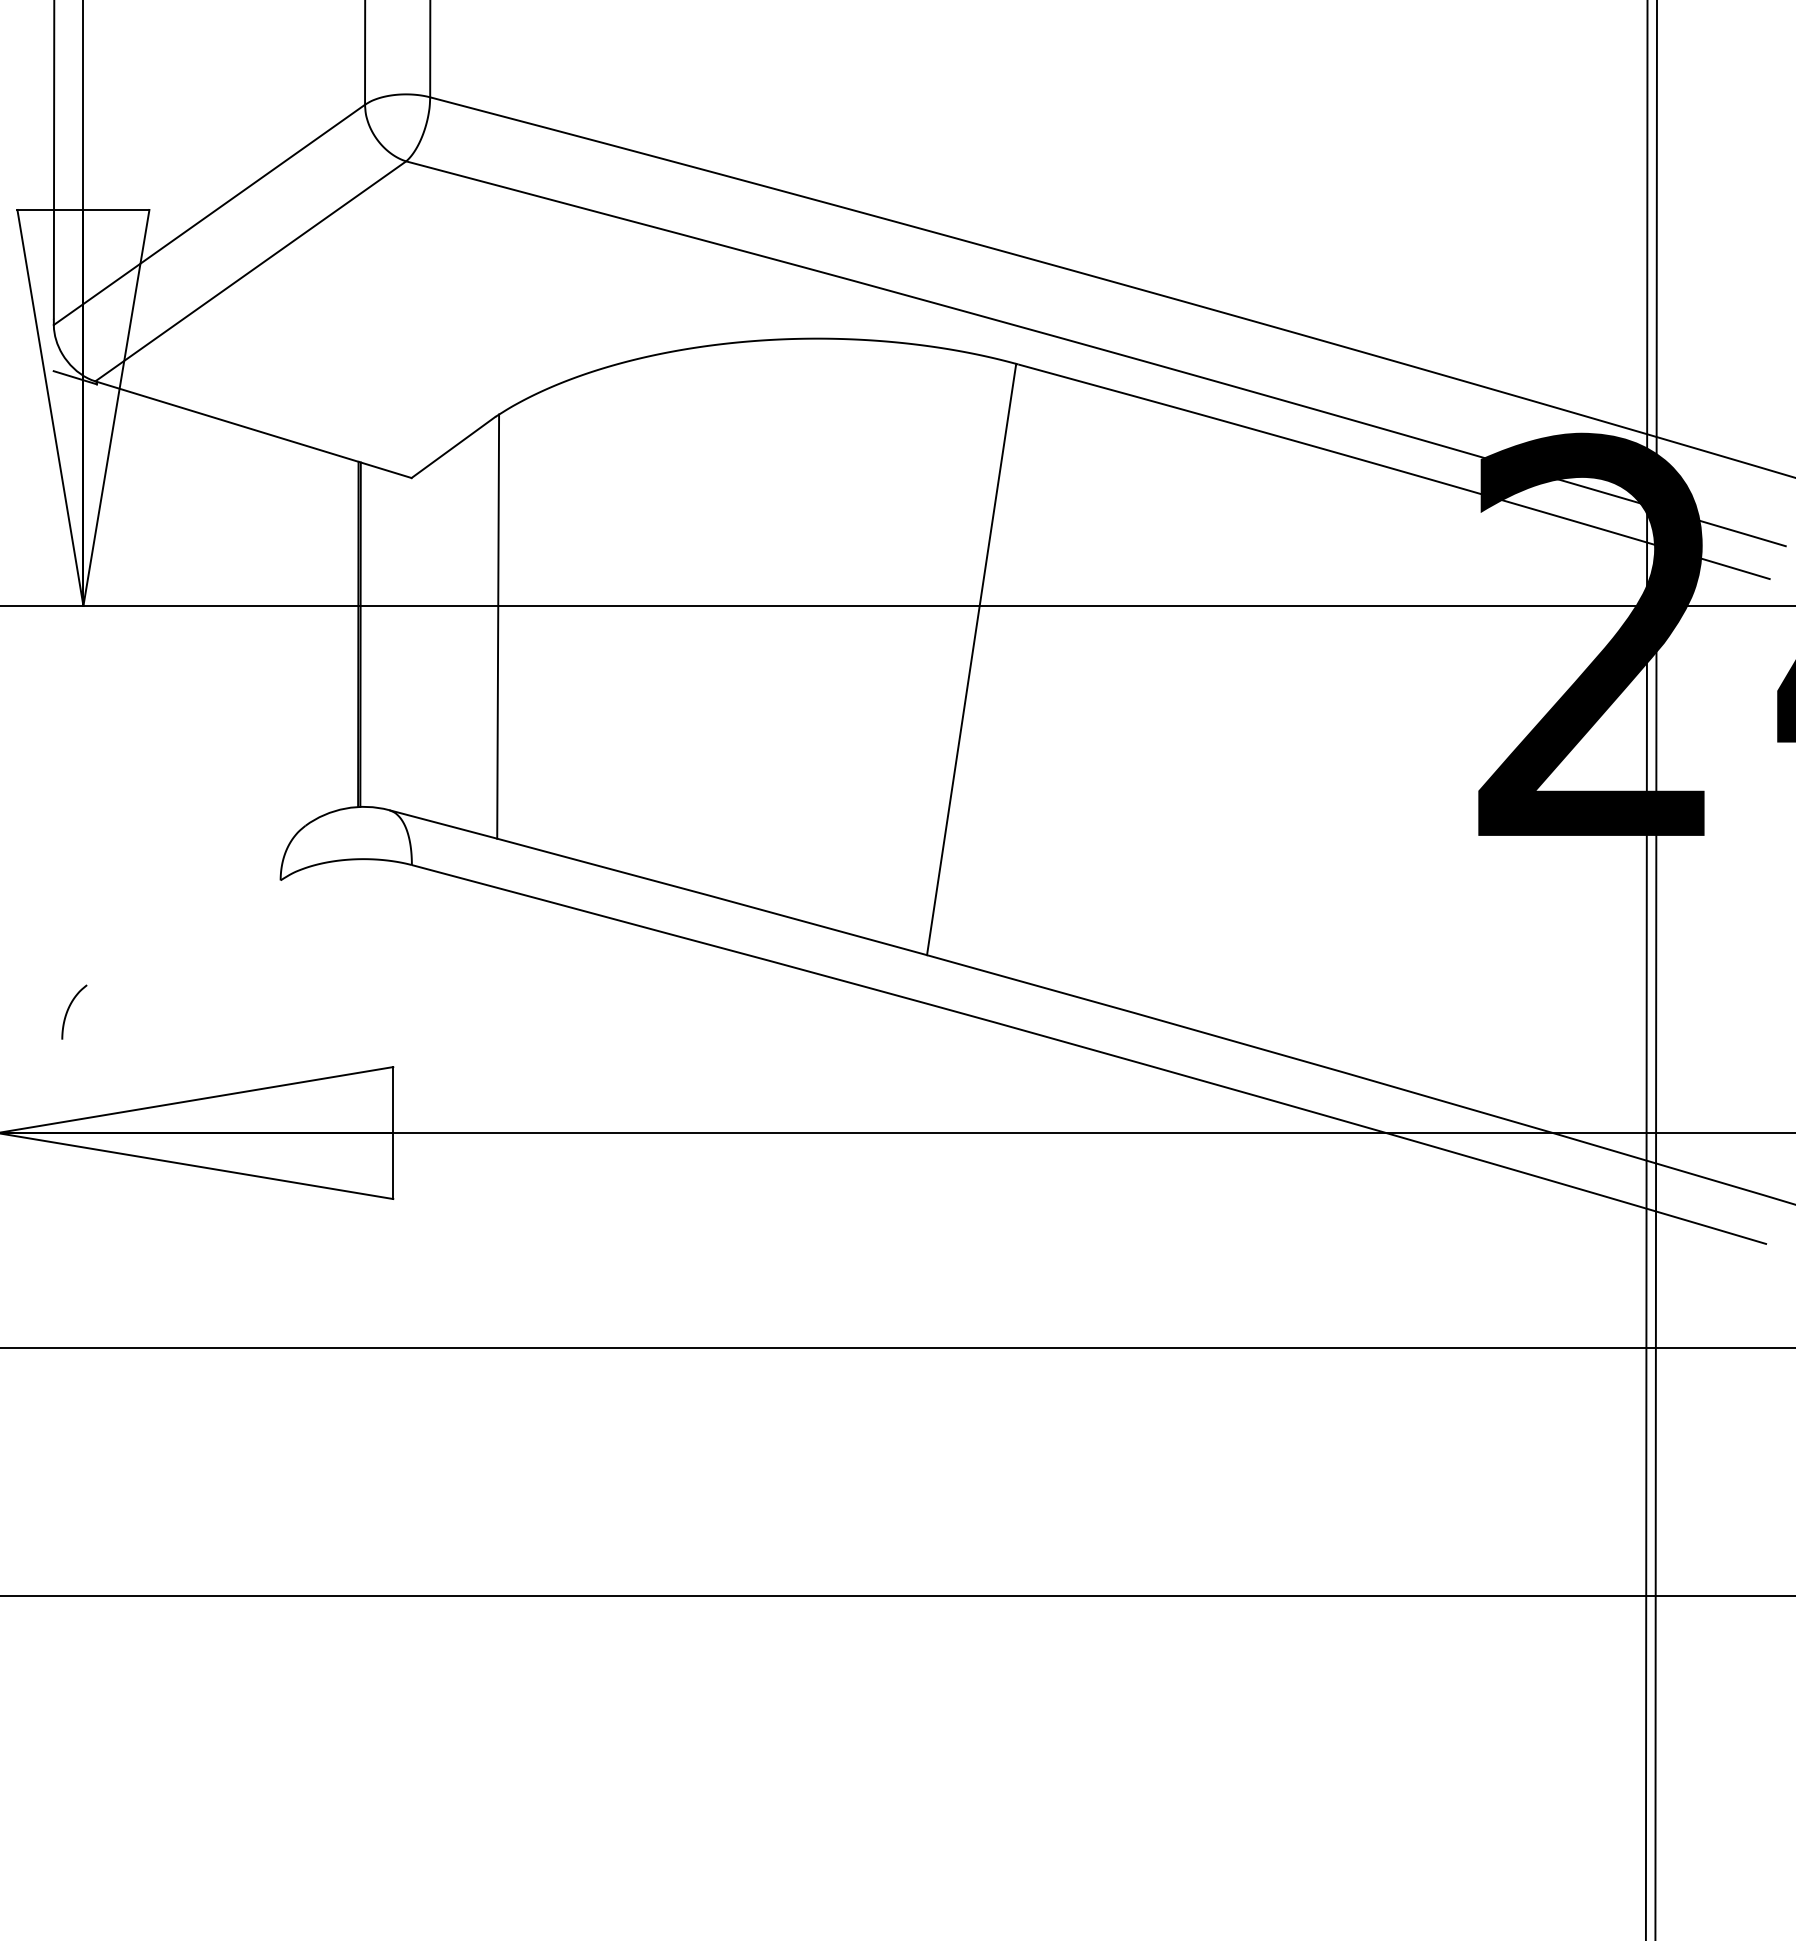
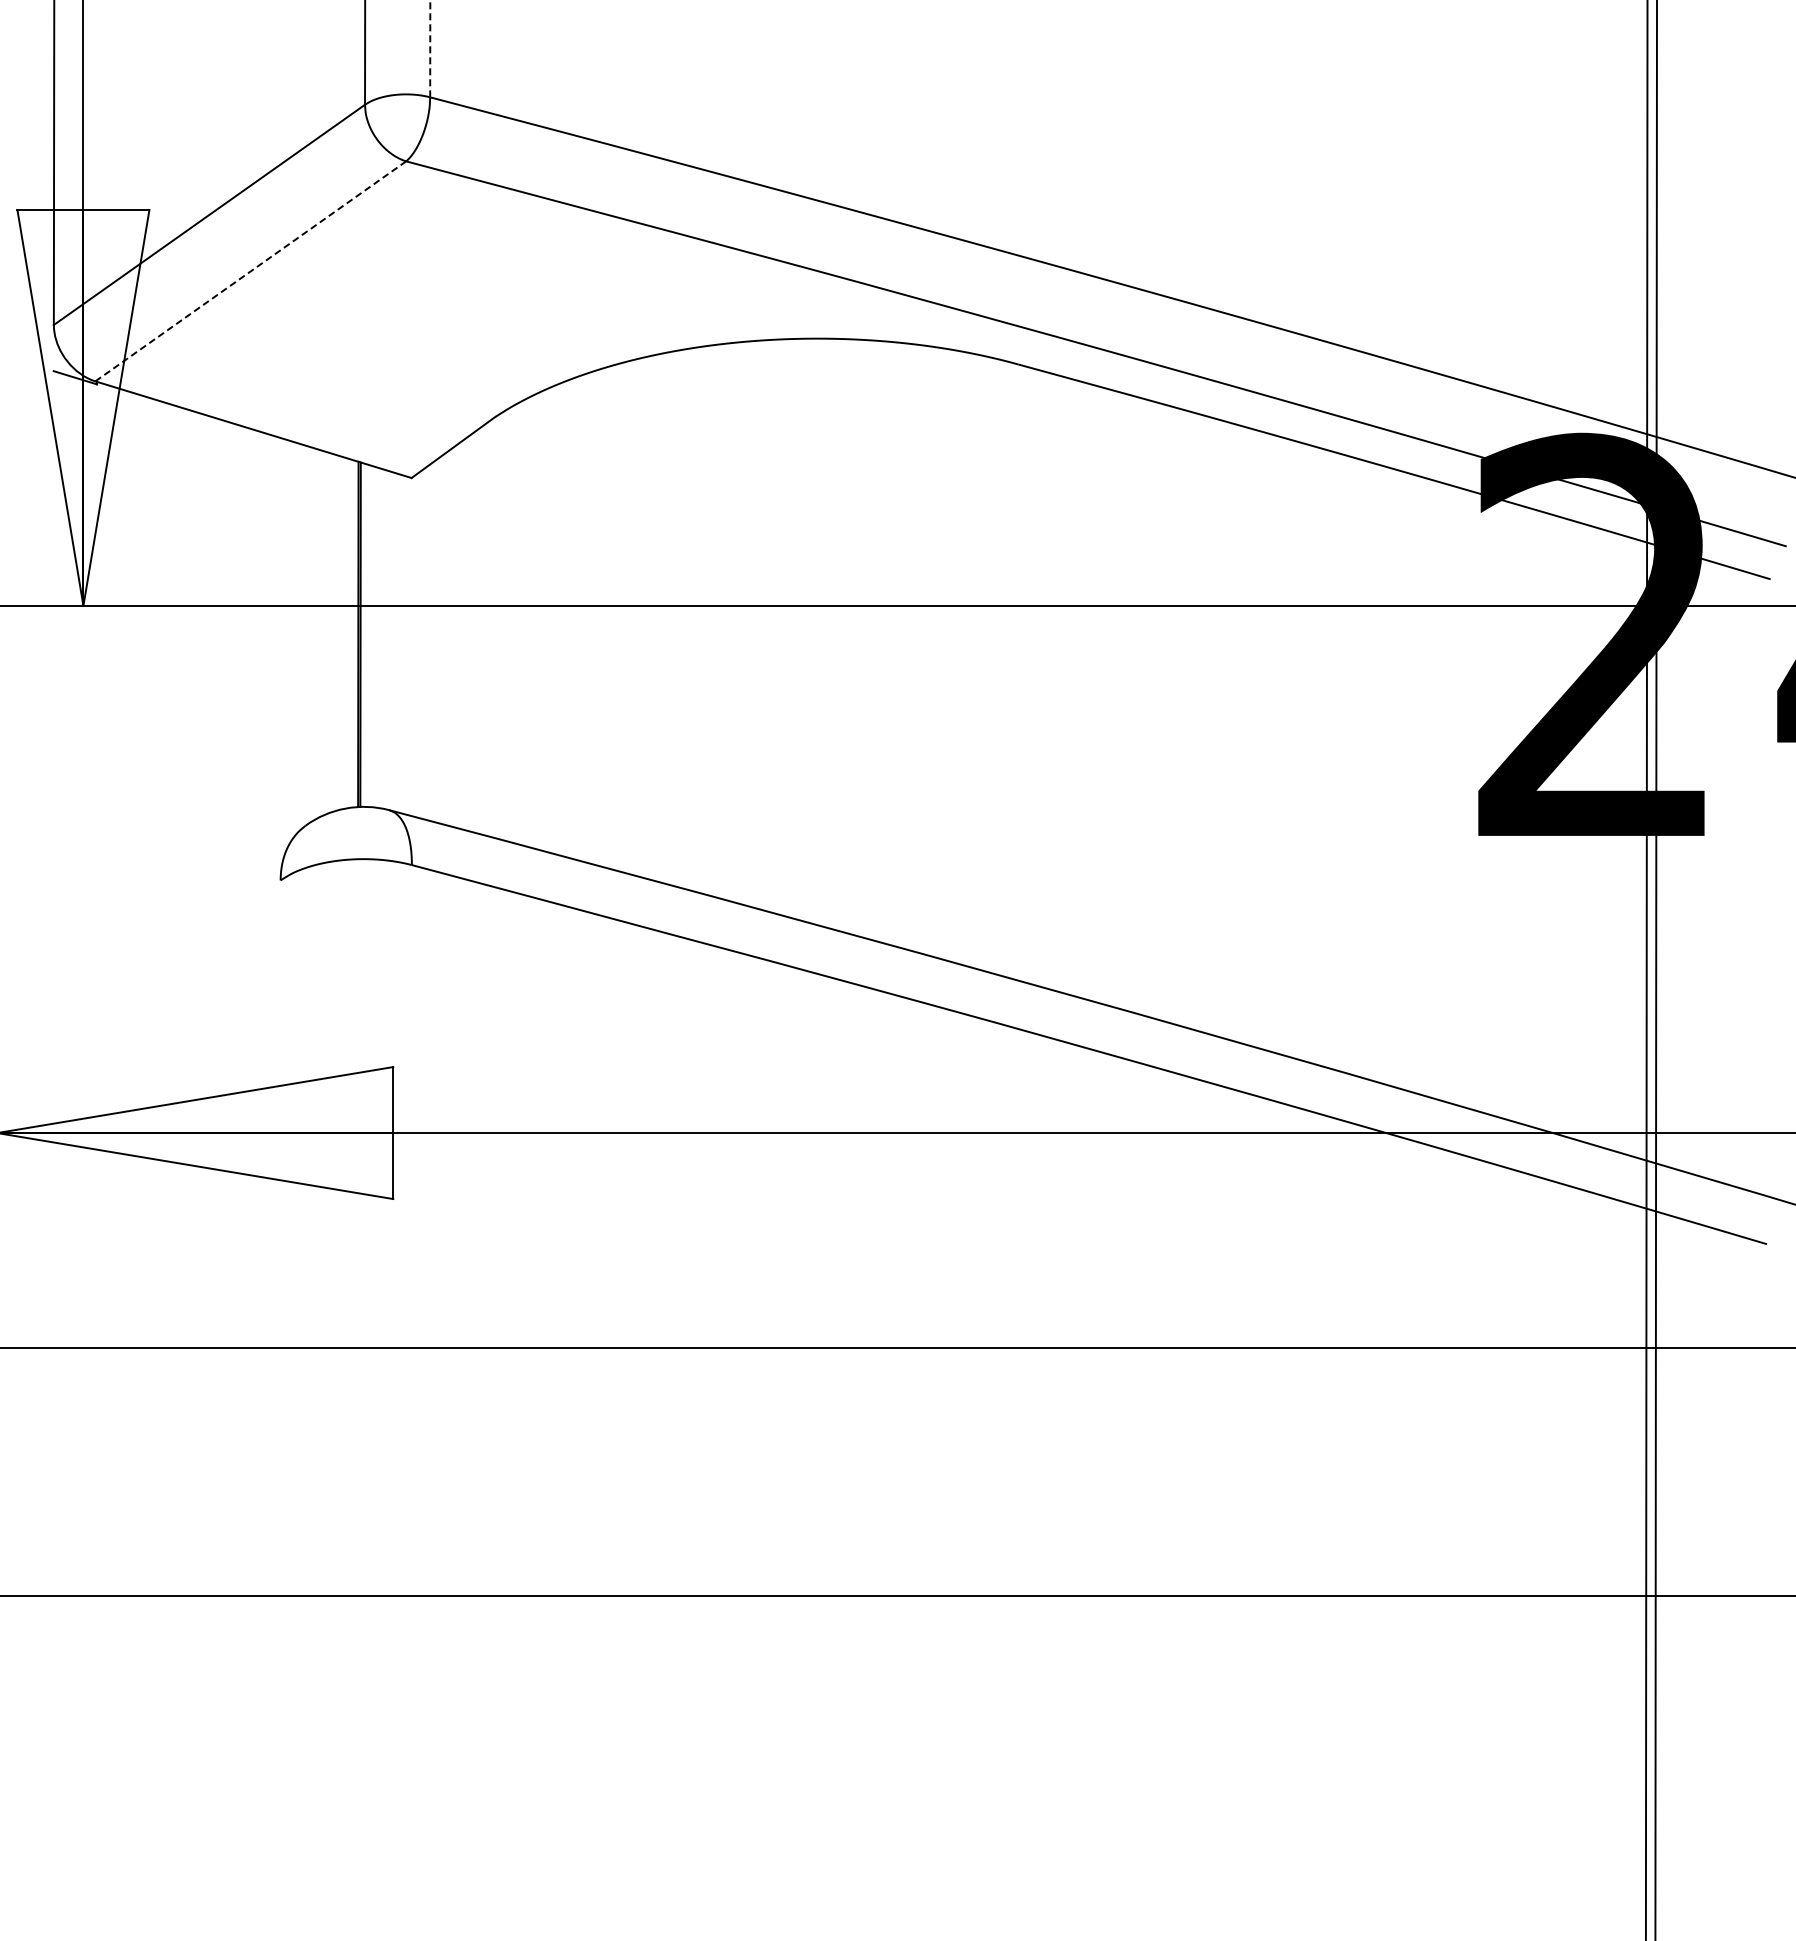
line at (430, 48): solid -> dashed
line at (251, 271): solid -> dashed
line at (498, 626): present -> none
line at (971, 659): present -> none
curve at (69, 1009): present -> none
